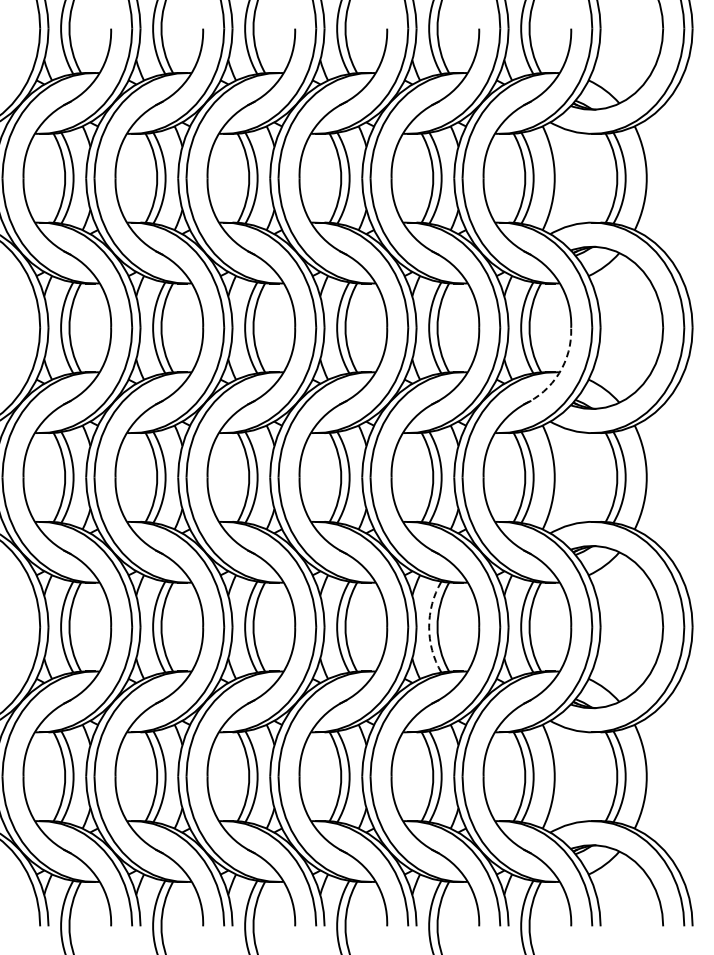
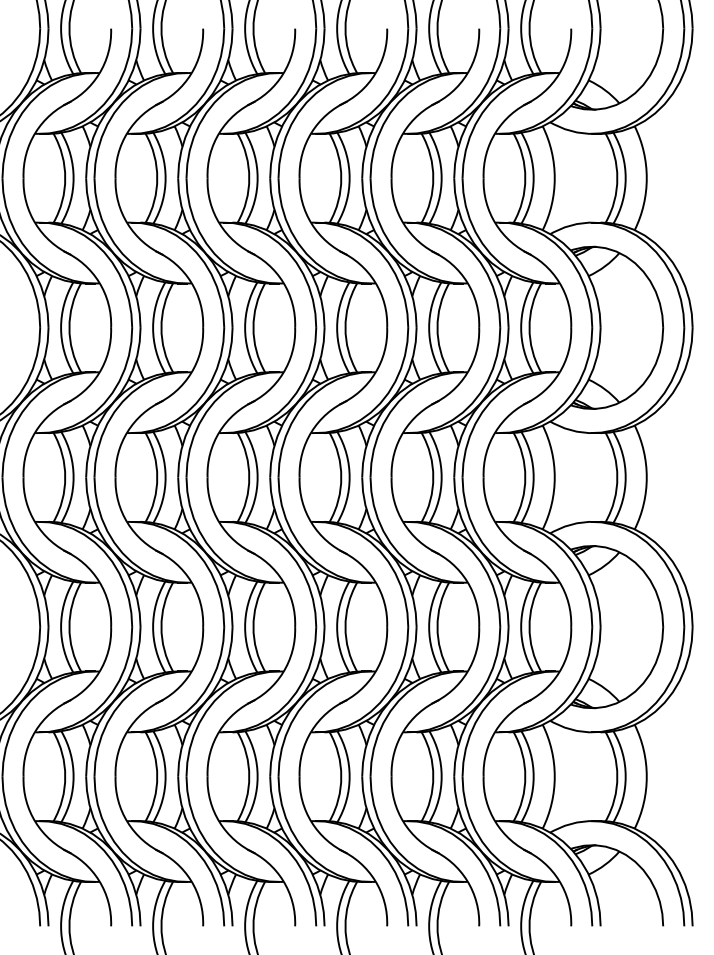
arc at (559, 373): dashed -> solid
arc at (429, 627): dashed -> solid
